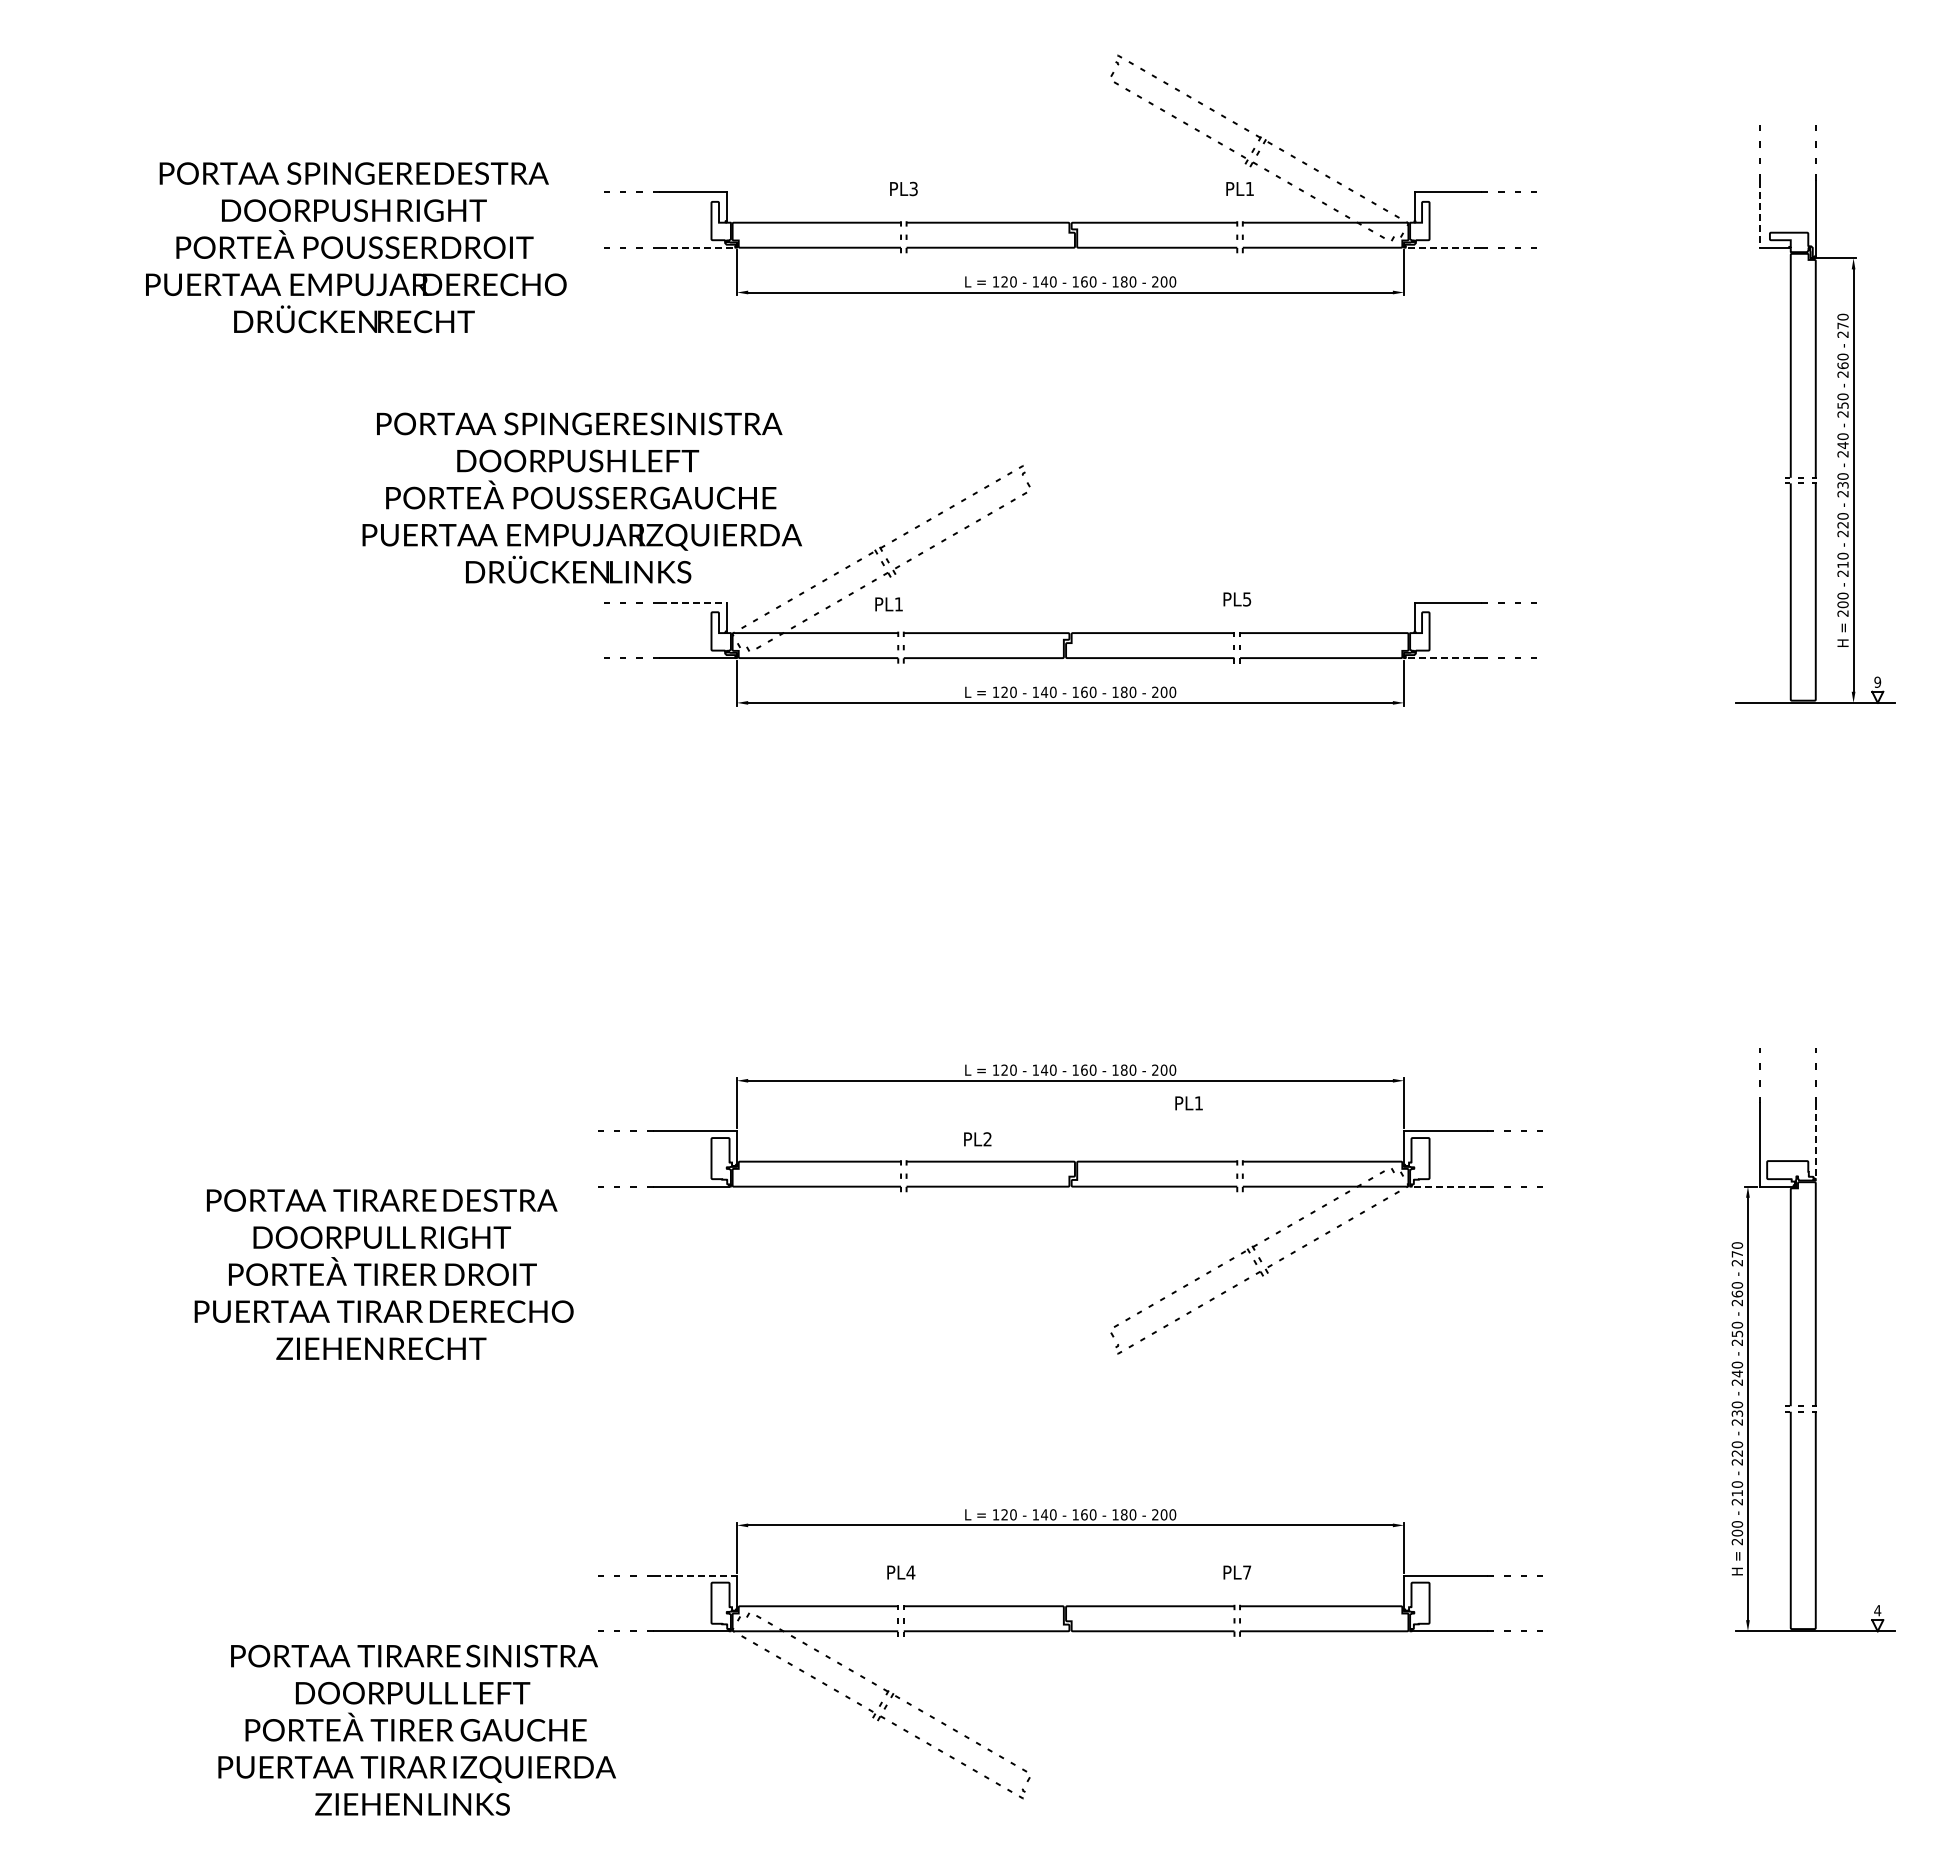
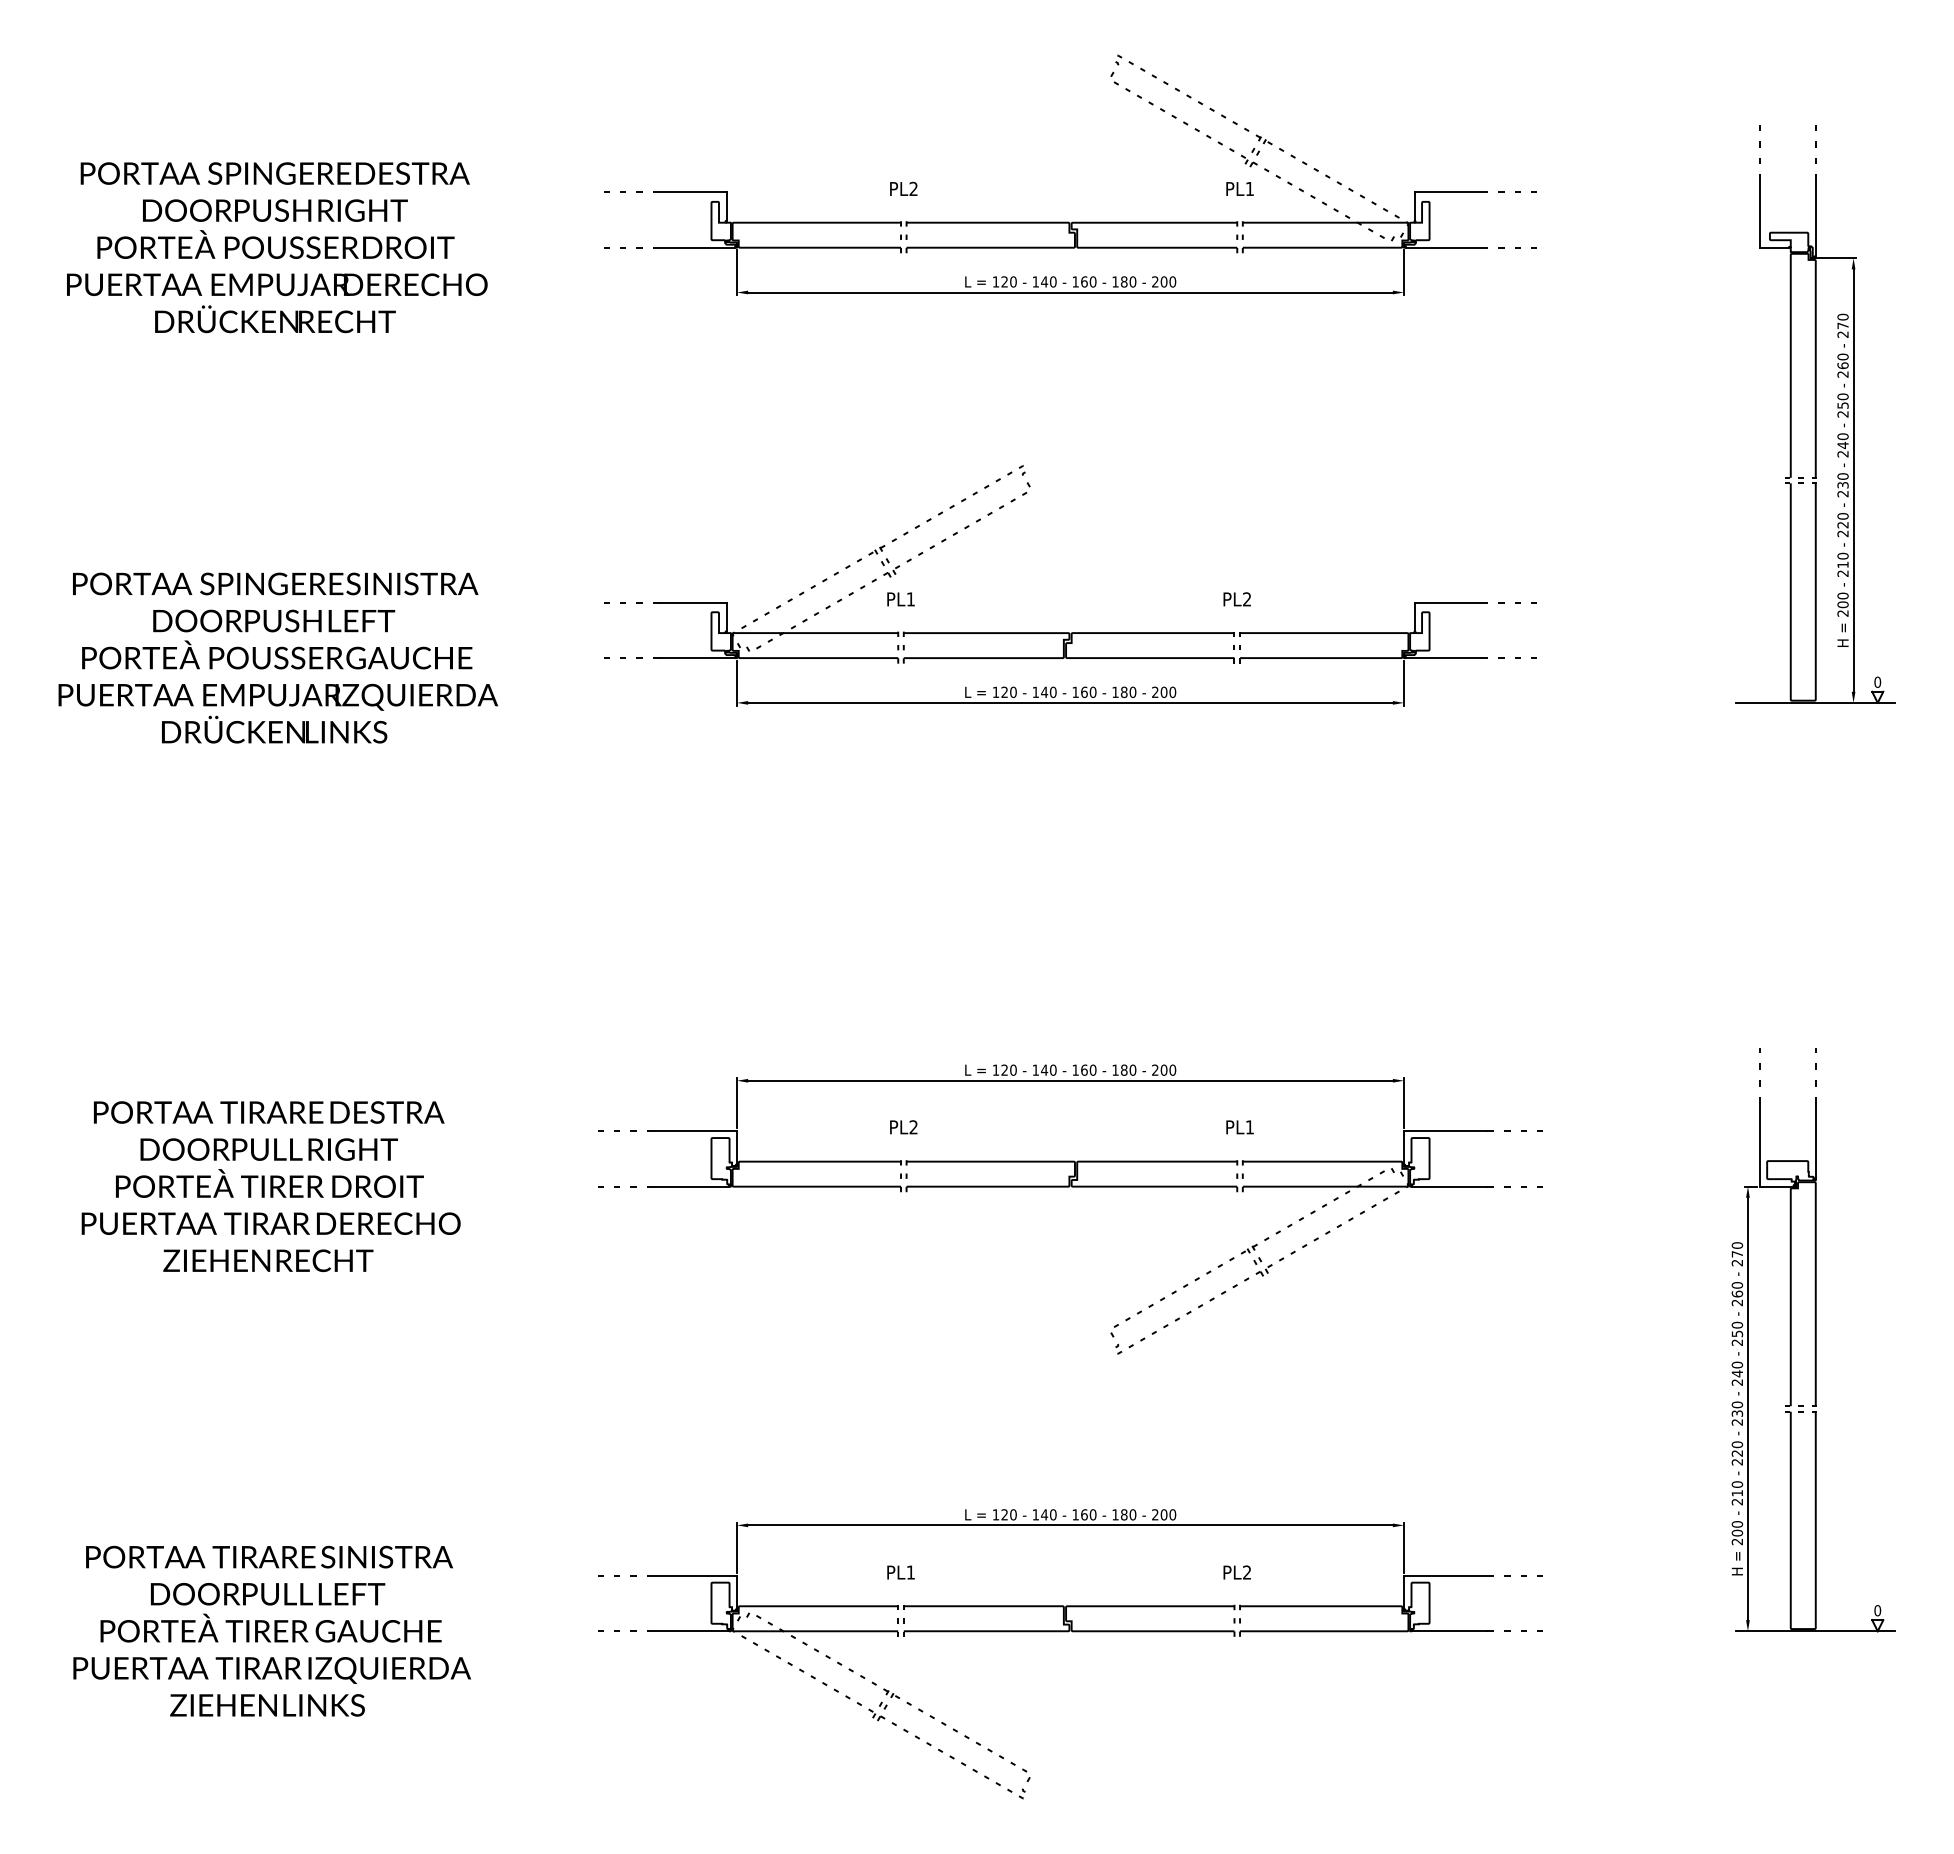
text at (913, 189): PL3 -> PL2
line at (1760, 214): dashed -> solid
text at (356, 247) position: (356, 247) -> (277, 247)
line at (697, 247): dashed -> solid
line at (1443, 247): dashed -> solid
text at (581, 497) position: (581, 497) -> (277, 657)
text at (1247, 599): PL5 -> PL2
line at (693, 602): dashed -> solid
text at (888, 604) position: (888, 604) -> (900, 599)
line at (1443, 658): dashed -> solid
text at (1877, 682): 9 -> 0
text at (1188, 1103) position: (1188, 1103) -> (1239, 1127)
text at (977, 1139) position: (977, 1139) -> (903, 1127)
line at (1815, 1141): dashed -> solid
line at (1449, 1186): dashed -> solid
text at (383, 1274) position: (383, 1274) -> (270, 1186)
text at (910, 1572): PL4 -> PL1
text at (1247, 1572): PL7 -> PL2
line at (695, 1575): dashed -> solid
text at (1877, 1610): 4 -> 0
text at (416, 1729) position: (416, 1729) -> (271, 1630)
